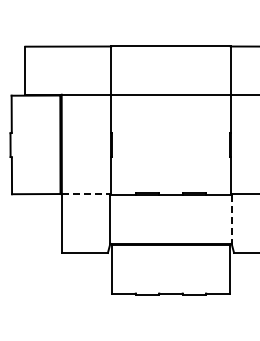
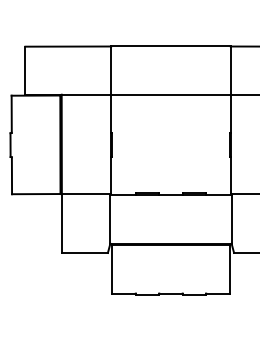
line at (86, 194): dashed -> solid
line at (231, 219): dashed -> solid
